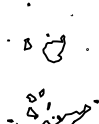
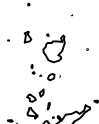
part at (27, 43) position: (27, 43) -> (27, 36)
part at (45, 72): none -> present
